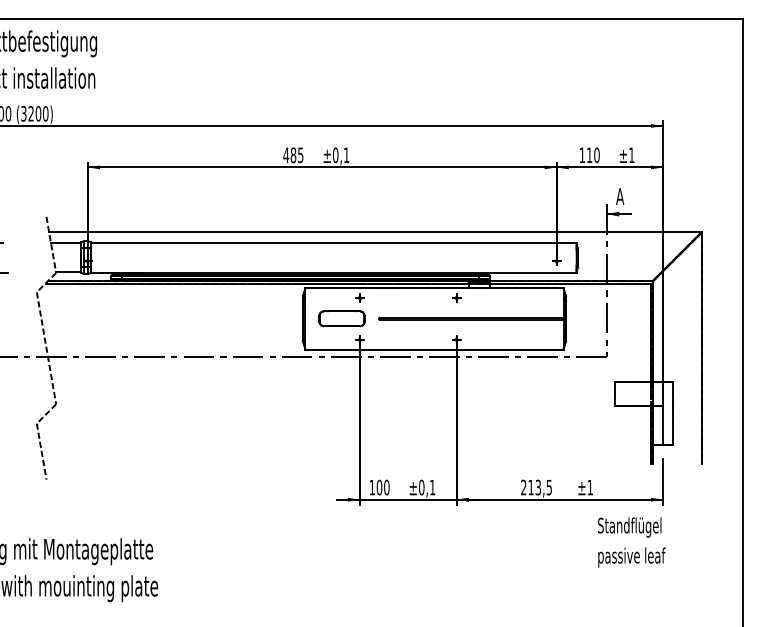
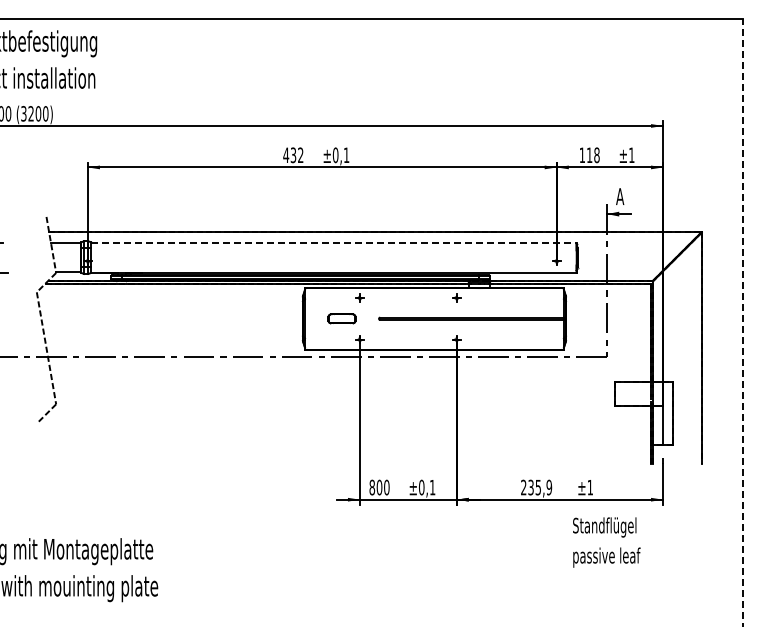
text at (296, 155): 485 -> 432
text at (596, 155): 110 -> 118
line at (333, 242): solid -> dashed
part at (341, 318) size: 48x18 px -> 30x12 px
line at (743, 322): solid -> dashed
line at (41, 451): present -> none
text at (372, 487): 100 -> 800
text at (540, 487): 213,5 -> 235,9
text at (631, 542) position: (631, 542) -> (606, 542)
